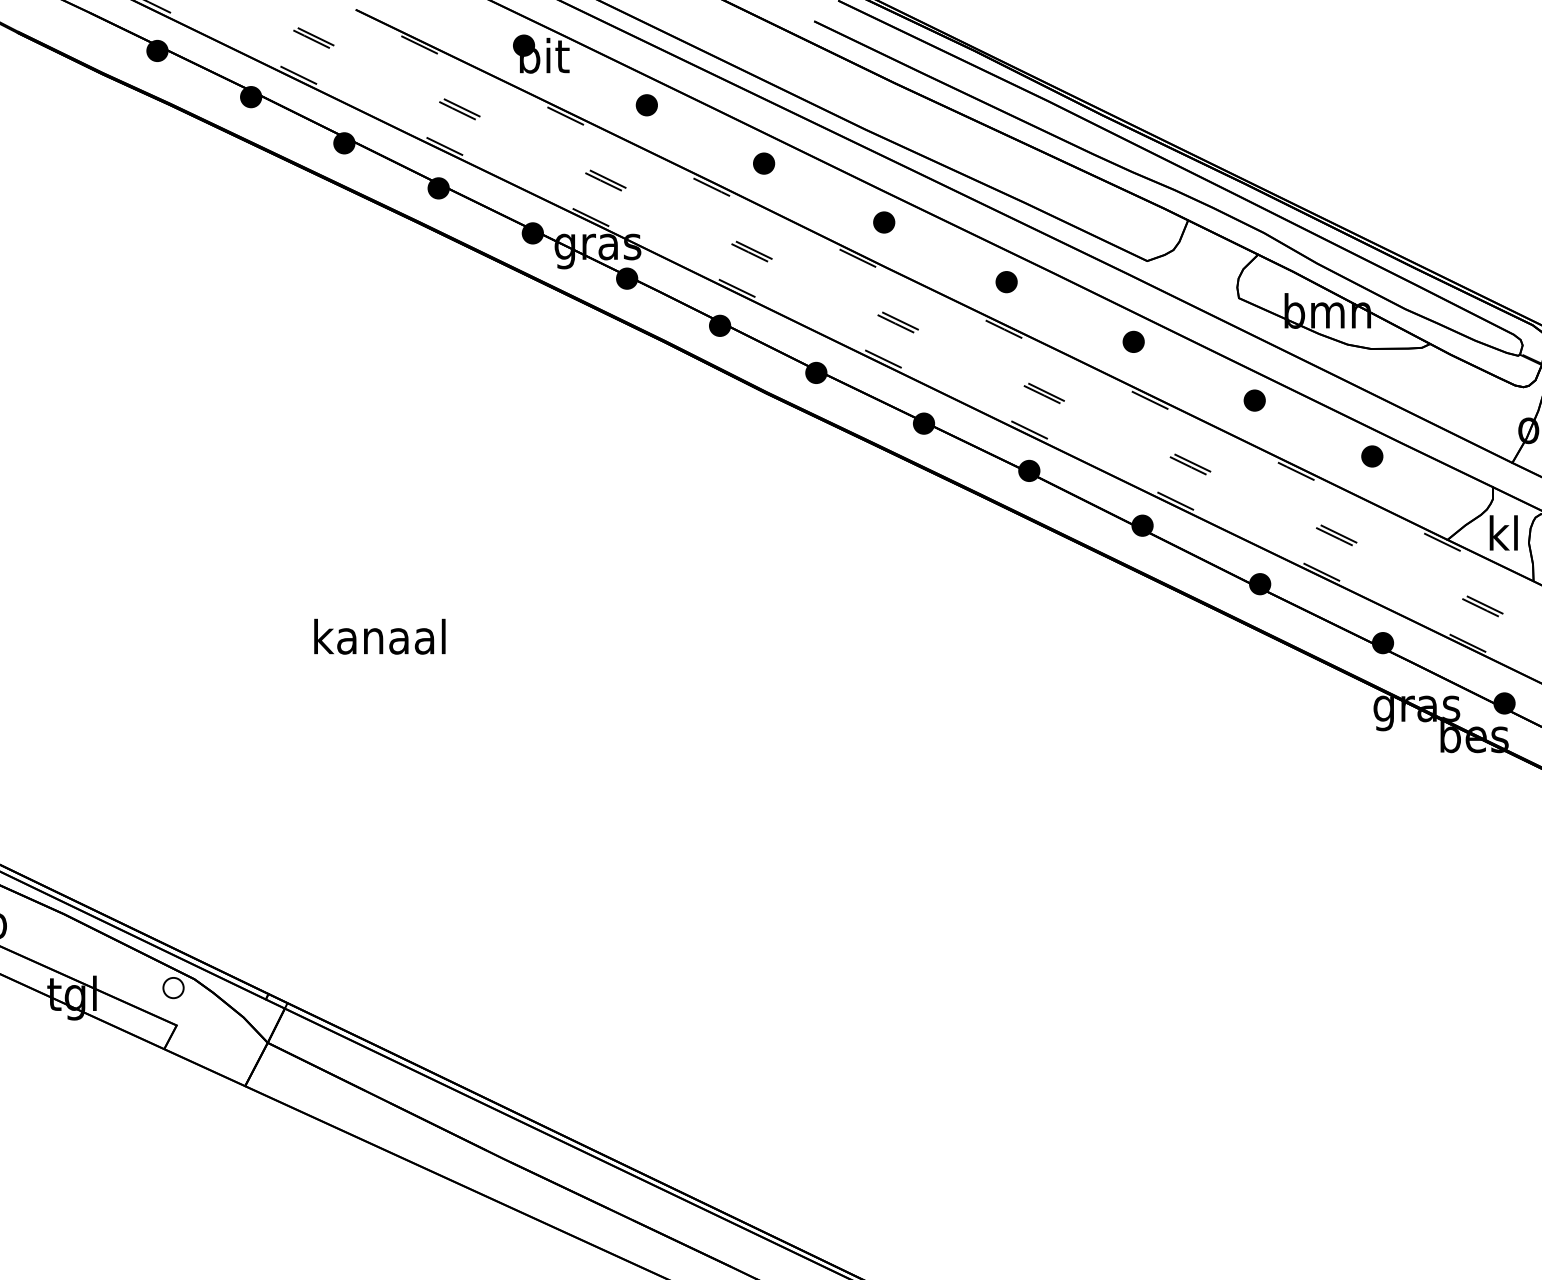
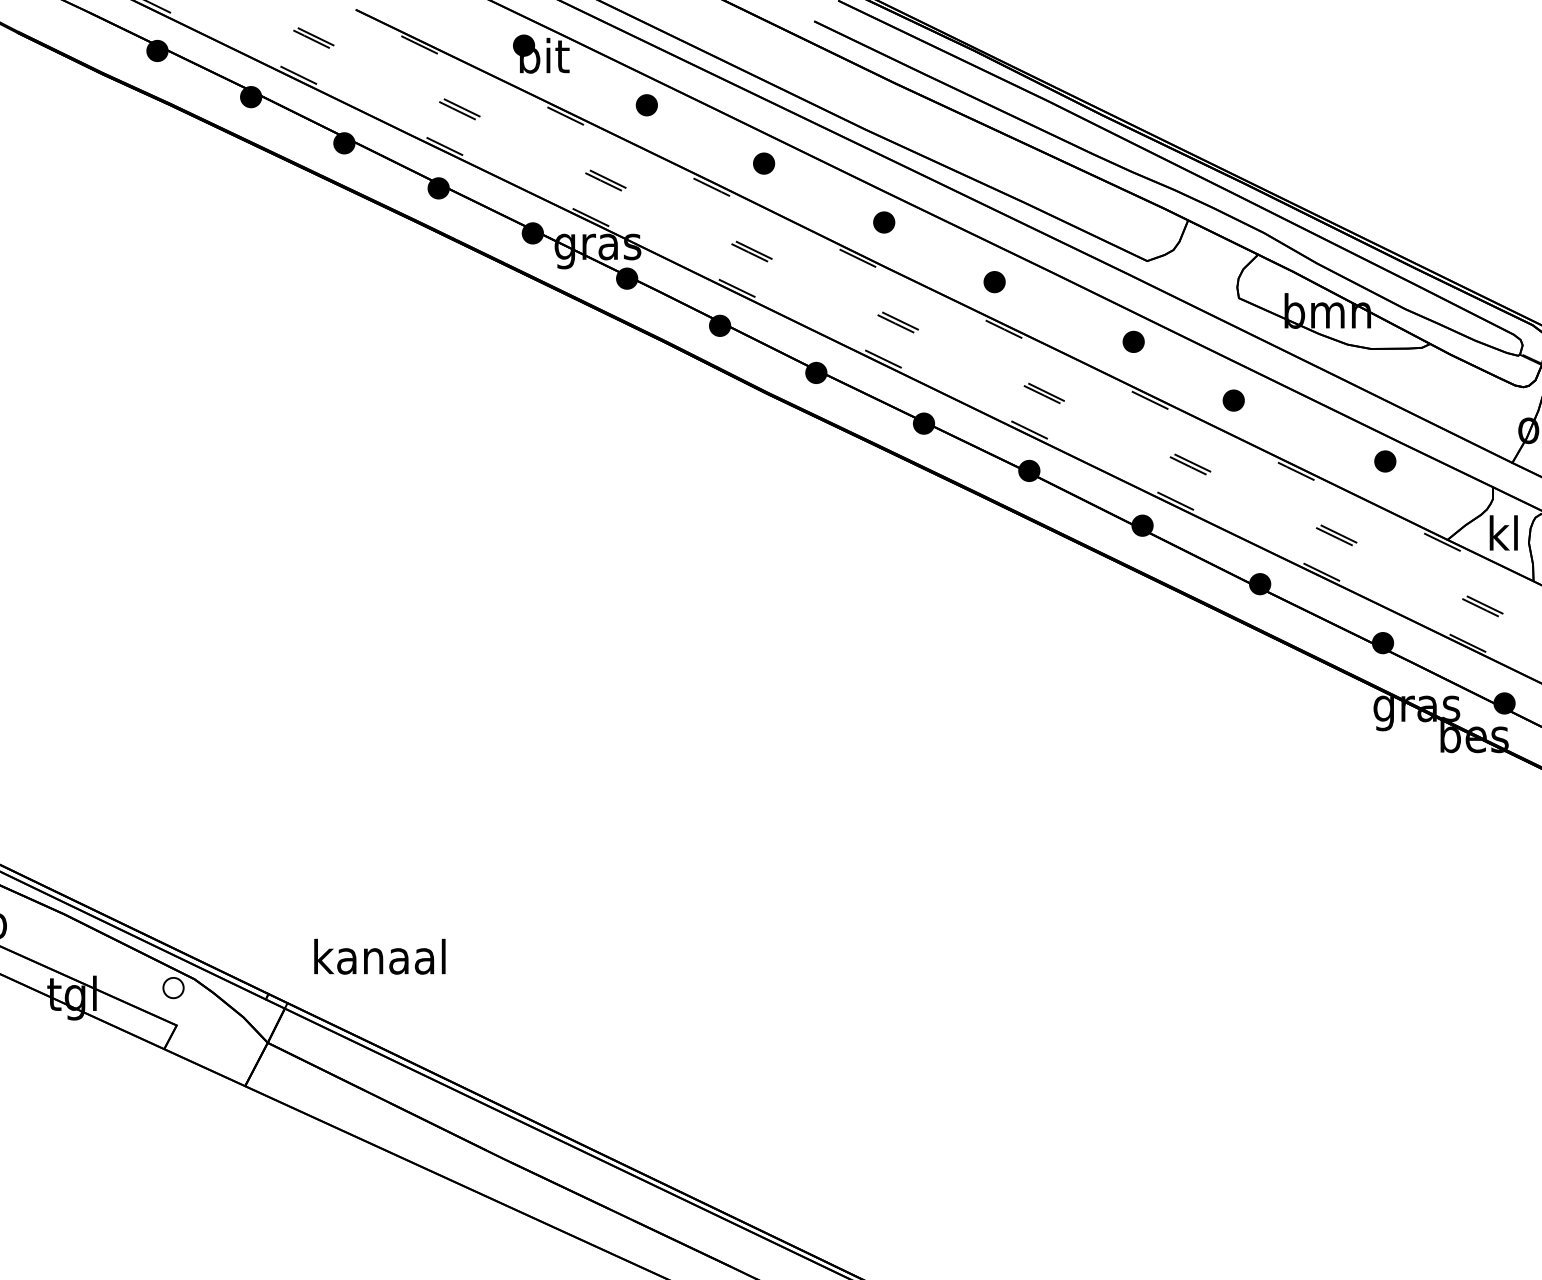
part at (1006, 282) position: (1006, 282) -> (994, 282)
part at (1254, 400) position: (1254, 400) -> (1233, 400)
part at (1372, 456) position: (1372, 456) -> (1385, 461)
text at (379, 636) position: (379, 636) -> (379, 956)
